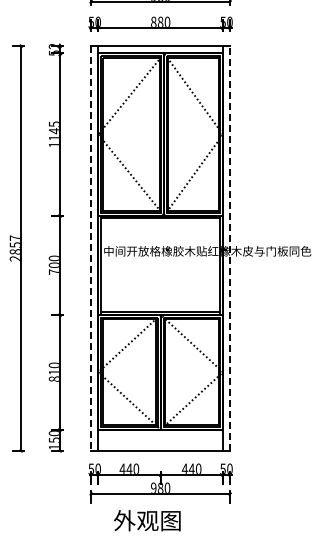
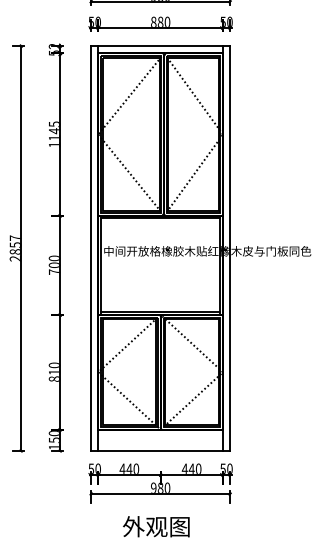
line at (230, 247): dashed -> solid
line at (91, 248): dashed -> solid
text at (147, 520) position: (147, 520) -> (156, 526)
